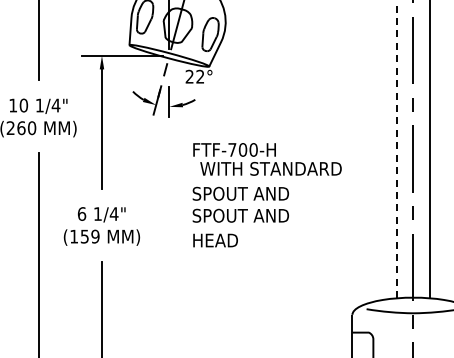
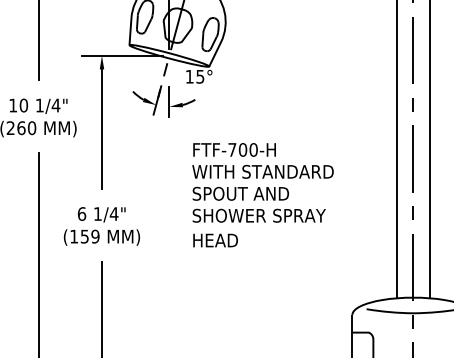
text at (194, 76): 22° -> 15°
line at (396, 149): dashed -> solid
text at (270, 168) position: (270, 168) -> (262, 171)
text at (265, 215): SPOUT AND -> SHOWER SPRAY
